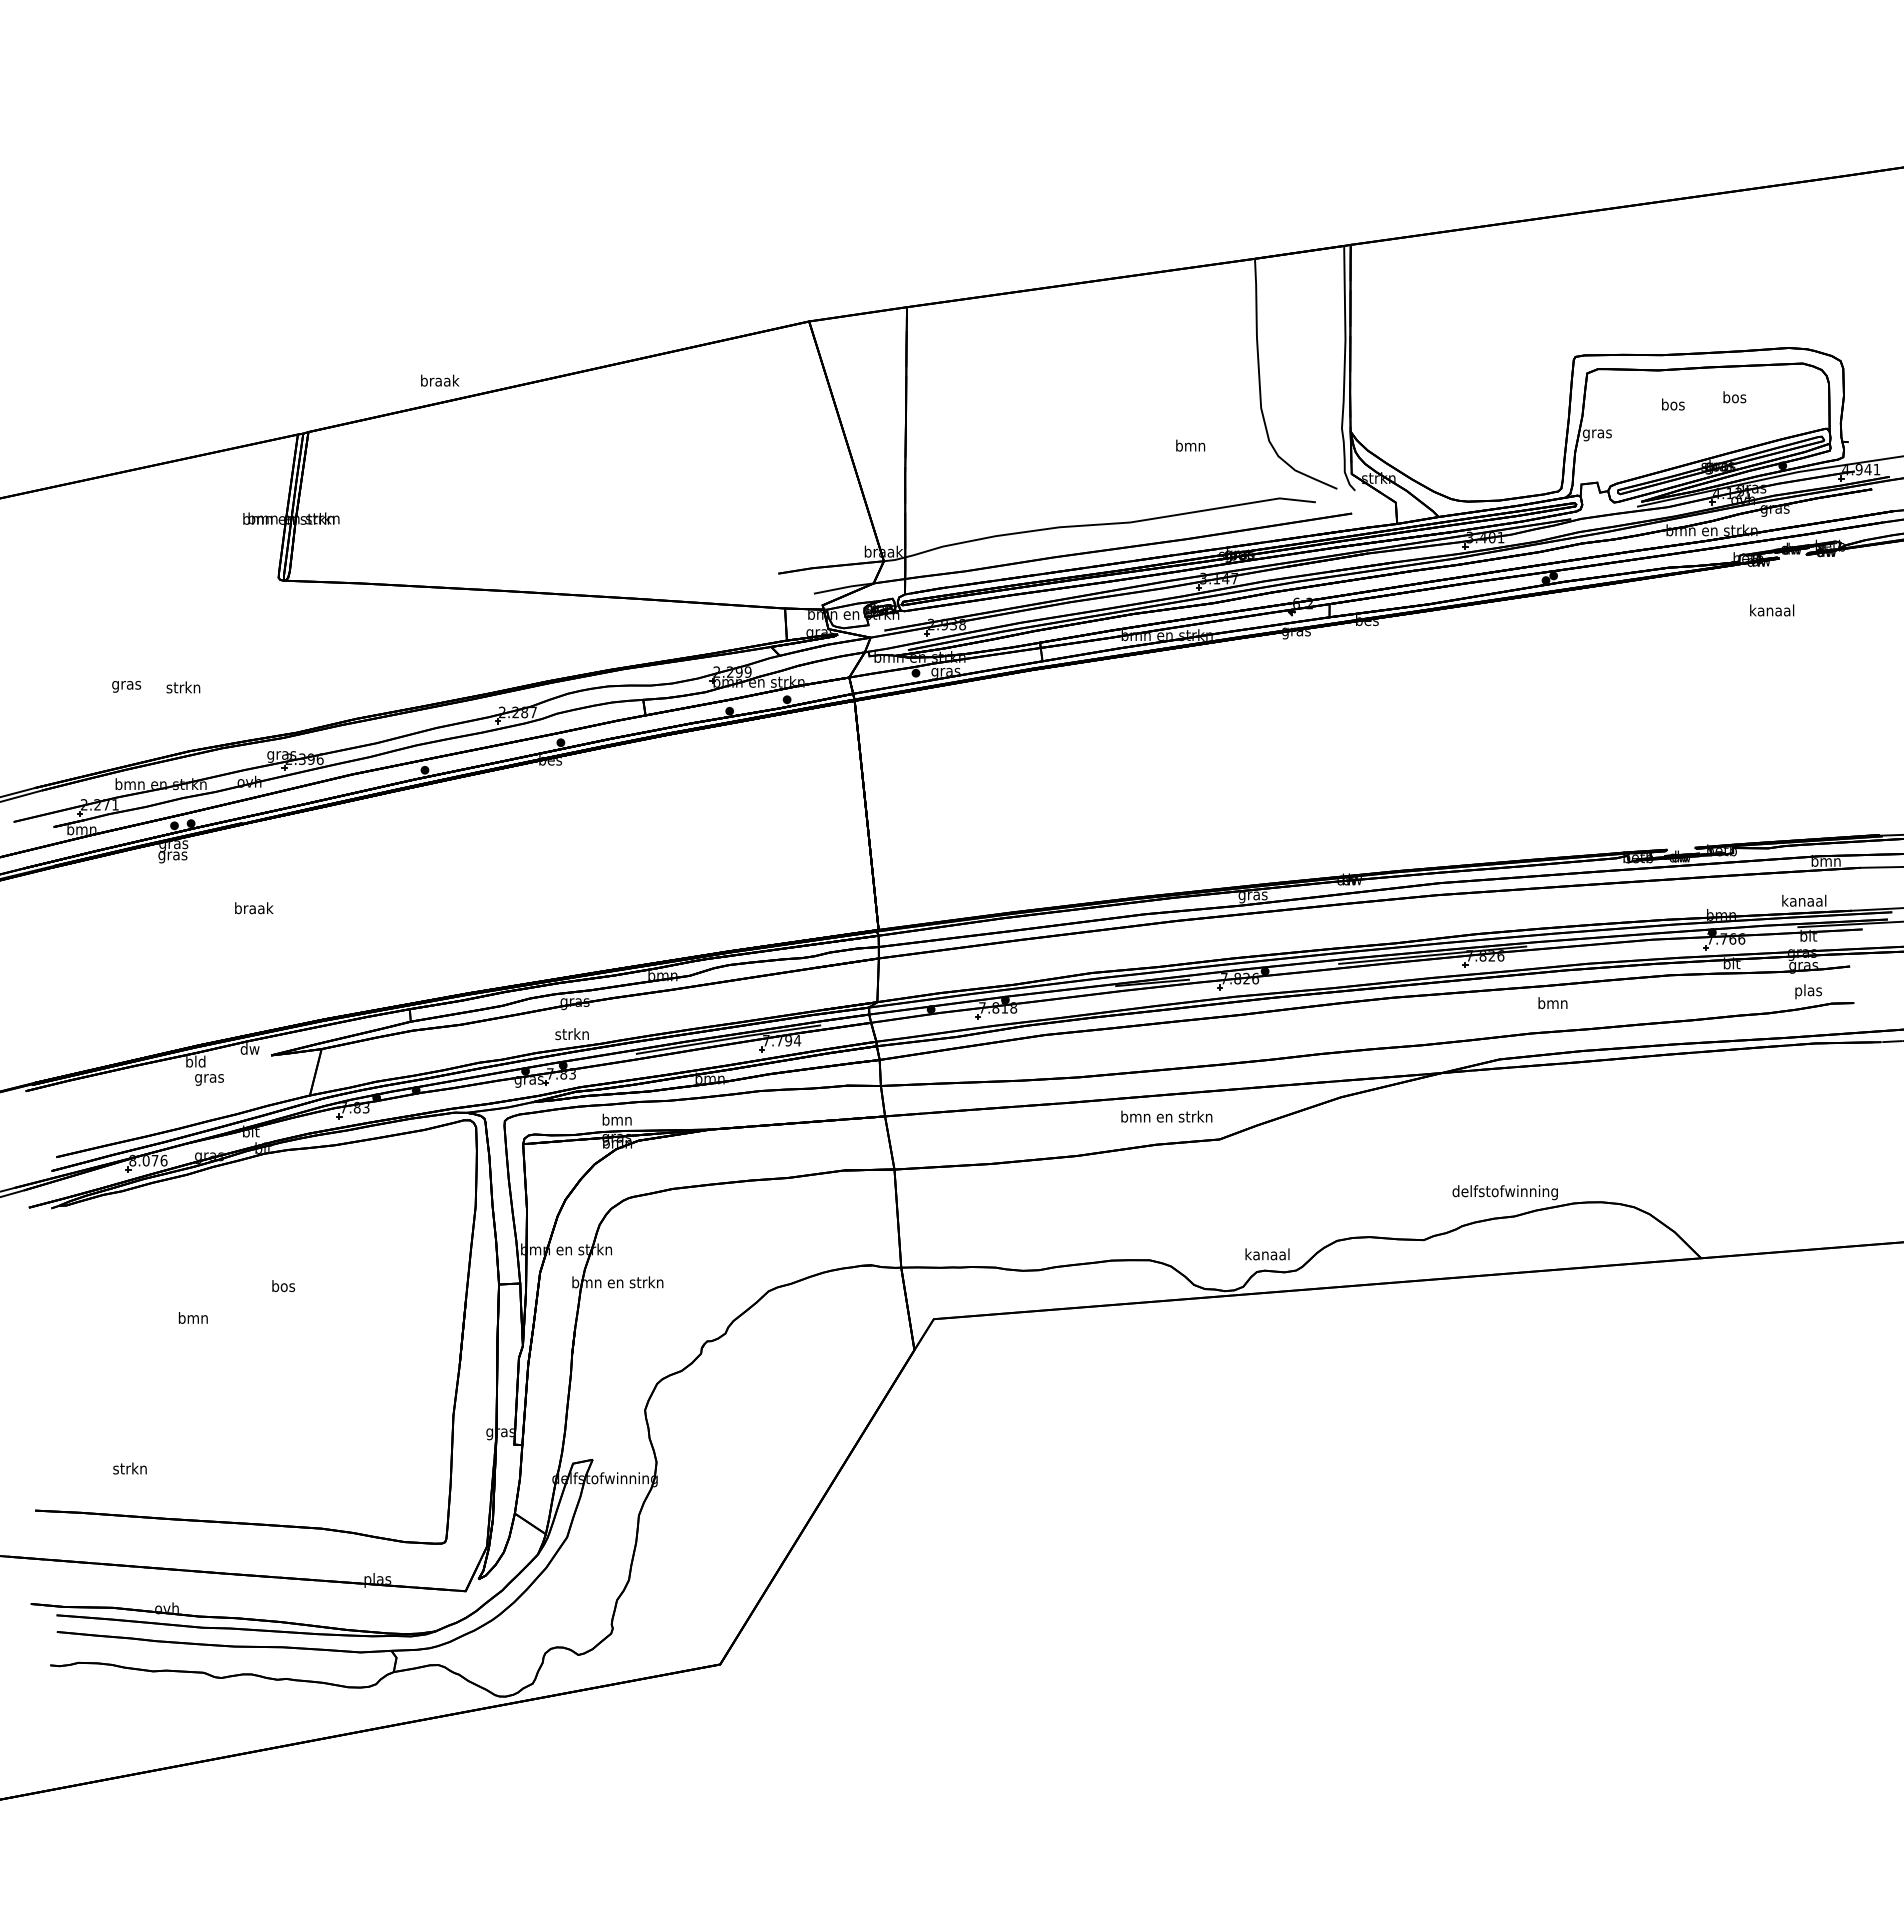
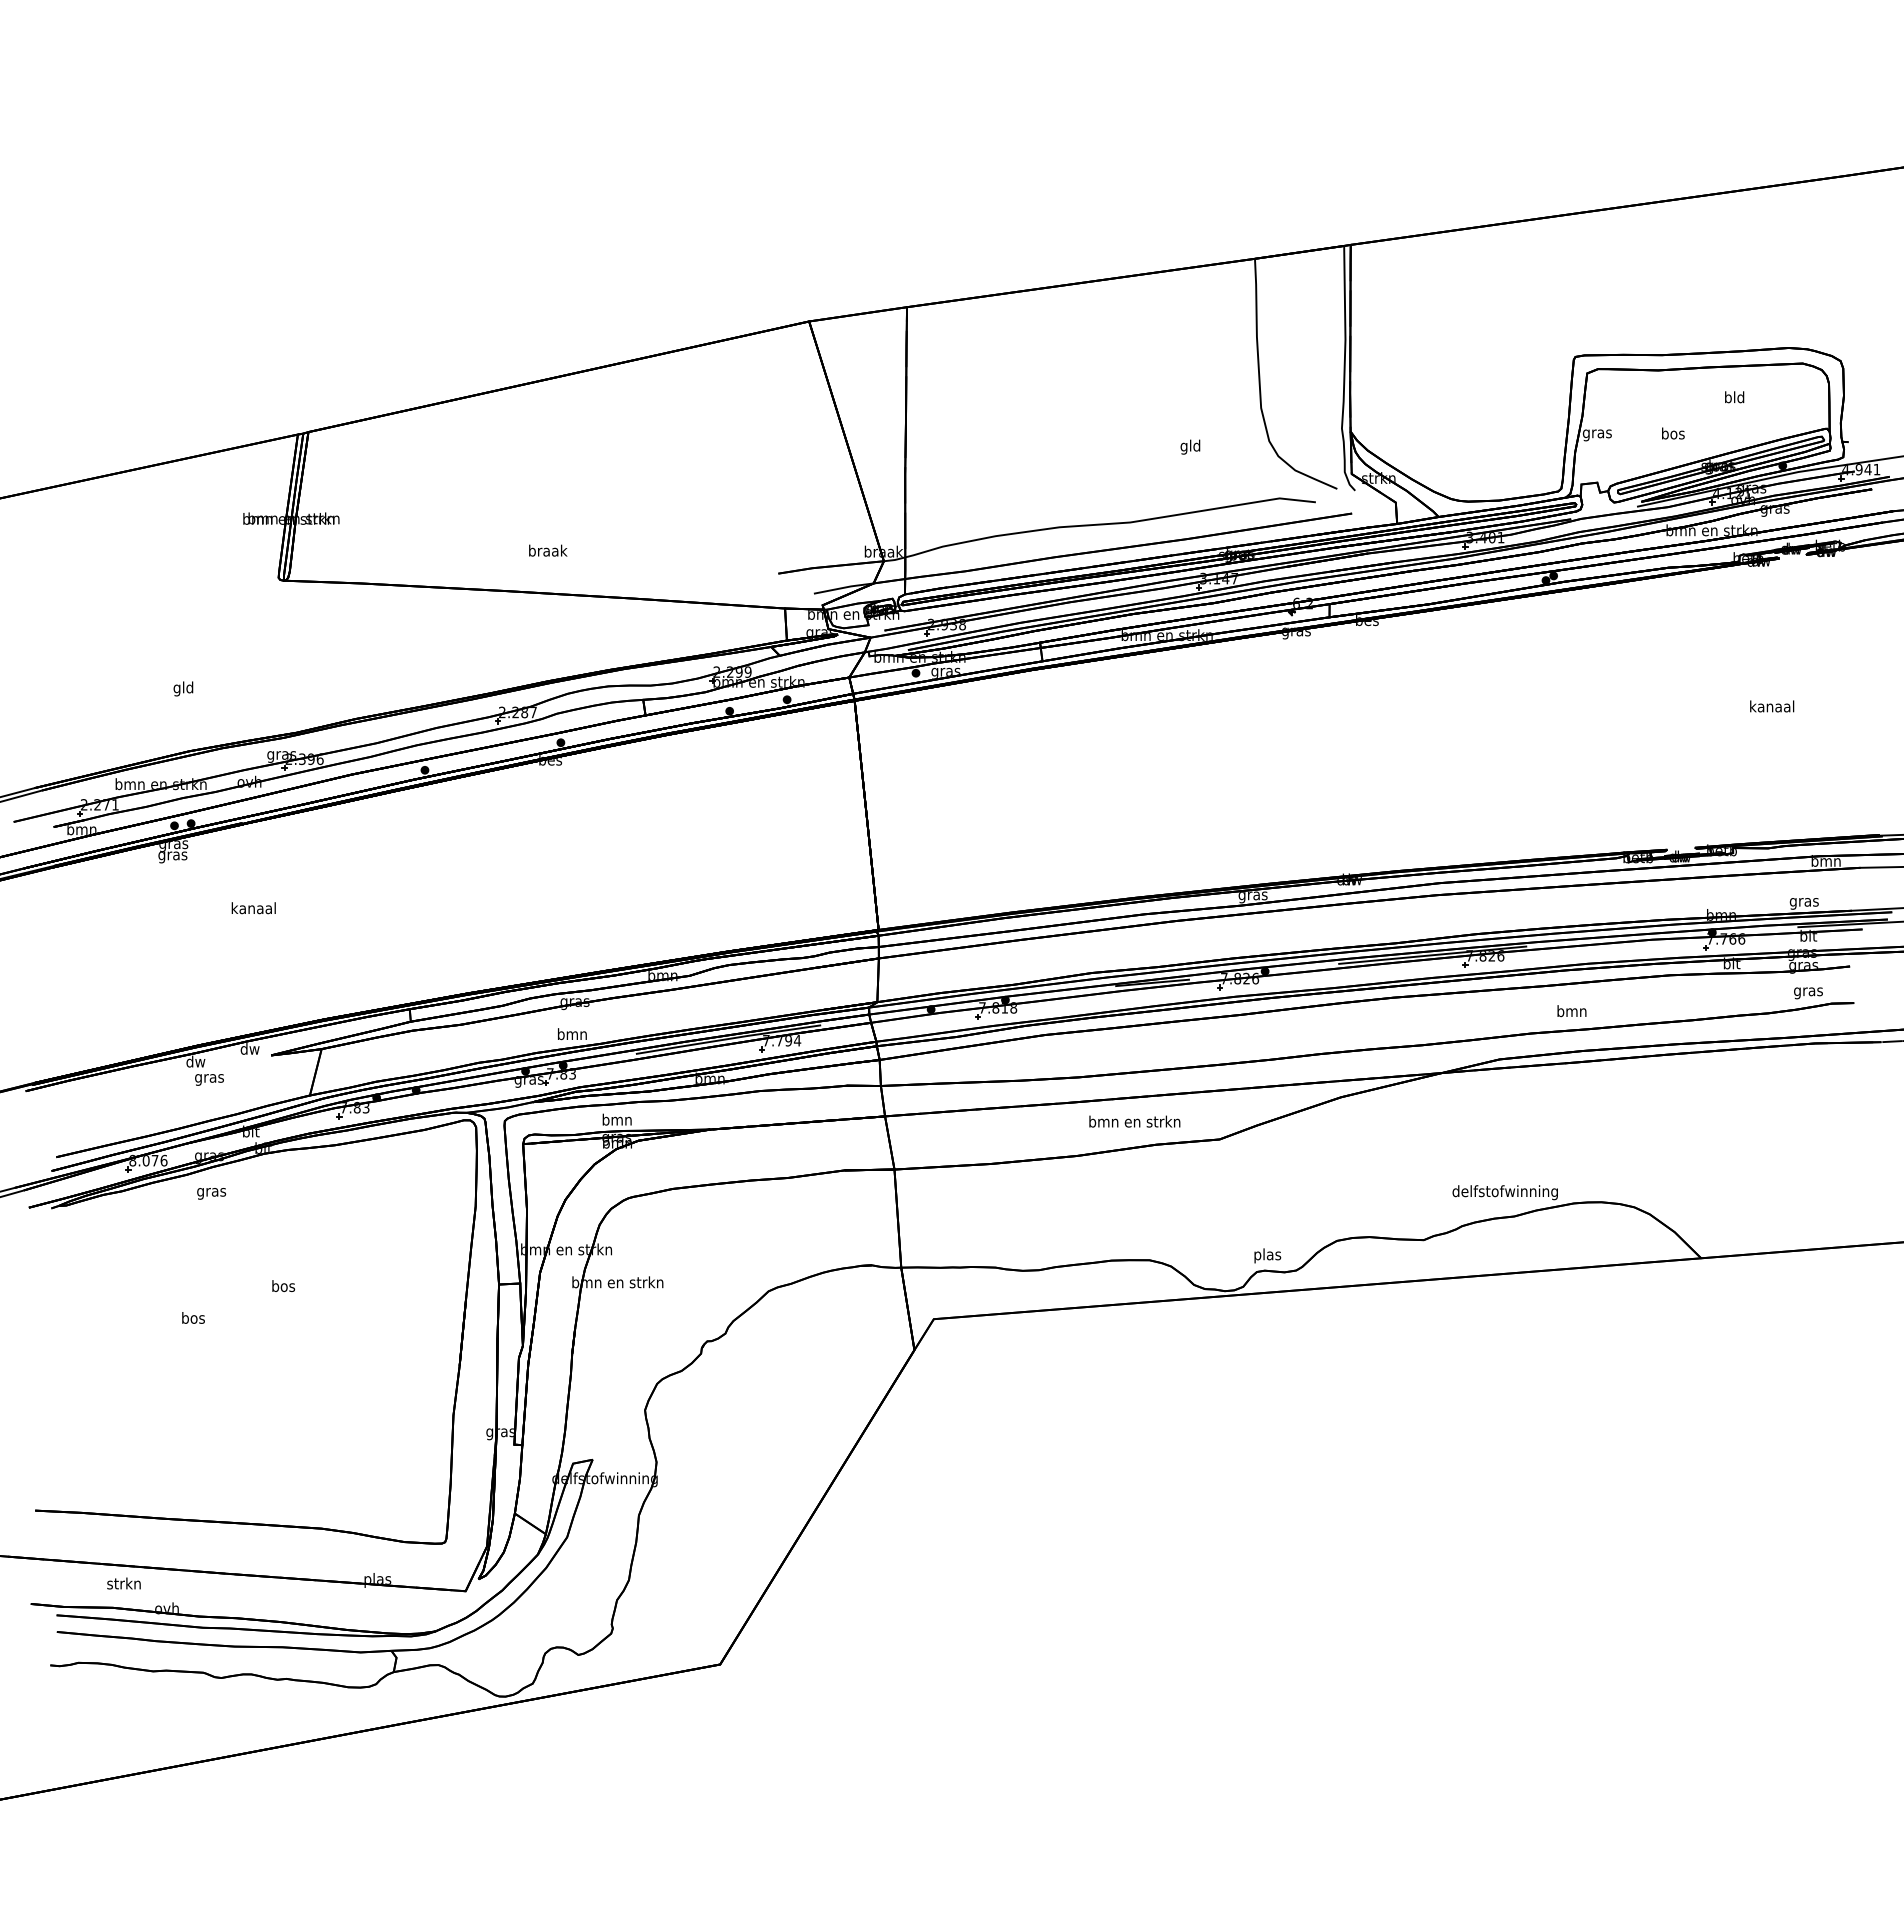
text at (440, 380) position: (440, 380) -> (548, 550)
text at (1734, 397): bos -> bld
text at (1673, 404) position: (1673, 404) -> (1673, 433)
text at (1190, 446): bmn -> gld
text at (1772, 610) position: (1772, 610) -> (1772, 706)
text at (126, 686) position: (126, 686) -> (211, 1193)
text at (183, 688): strkn -> gld
text at (1804, 901): kanaal -> gras
text at (253, 908): braak -> kanaal
text at (1808, 991): plas -> gras
text at (1552, 1003) position: (1552, 1003) -> (1571, 1011)
text at (571, 1034): strkn -> bmn
text at (195, 1061): bld -> dw
text at (1166, 1116) position: (1166, 1116) -> (1134, 1121)
text at (1267, 1255): kanaal -> plas
text at (192, 1317): bmn -> bos
text at (129, 1468) position: (129, 1468) -> (123, 1583)
